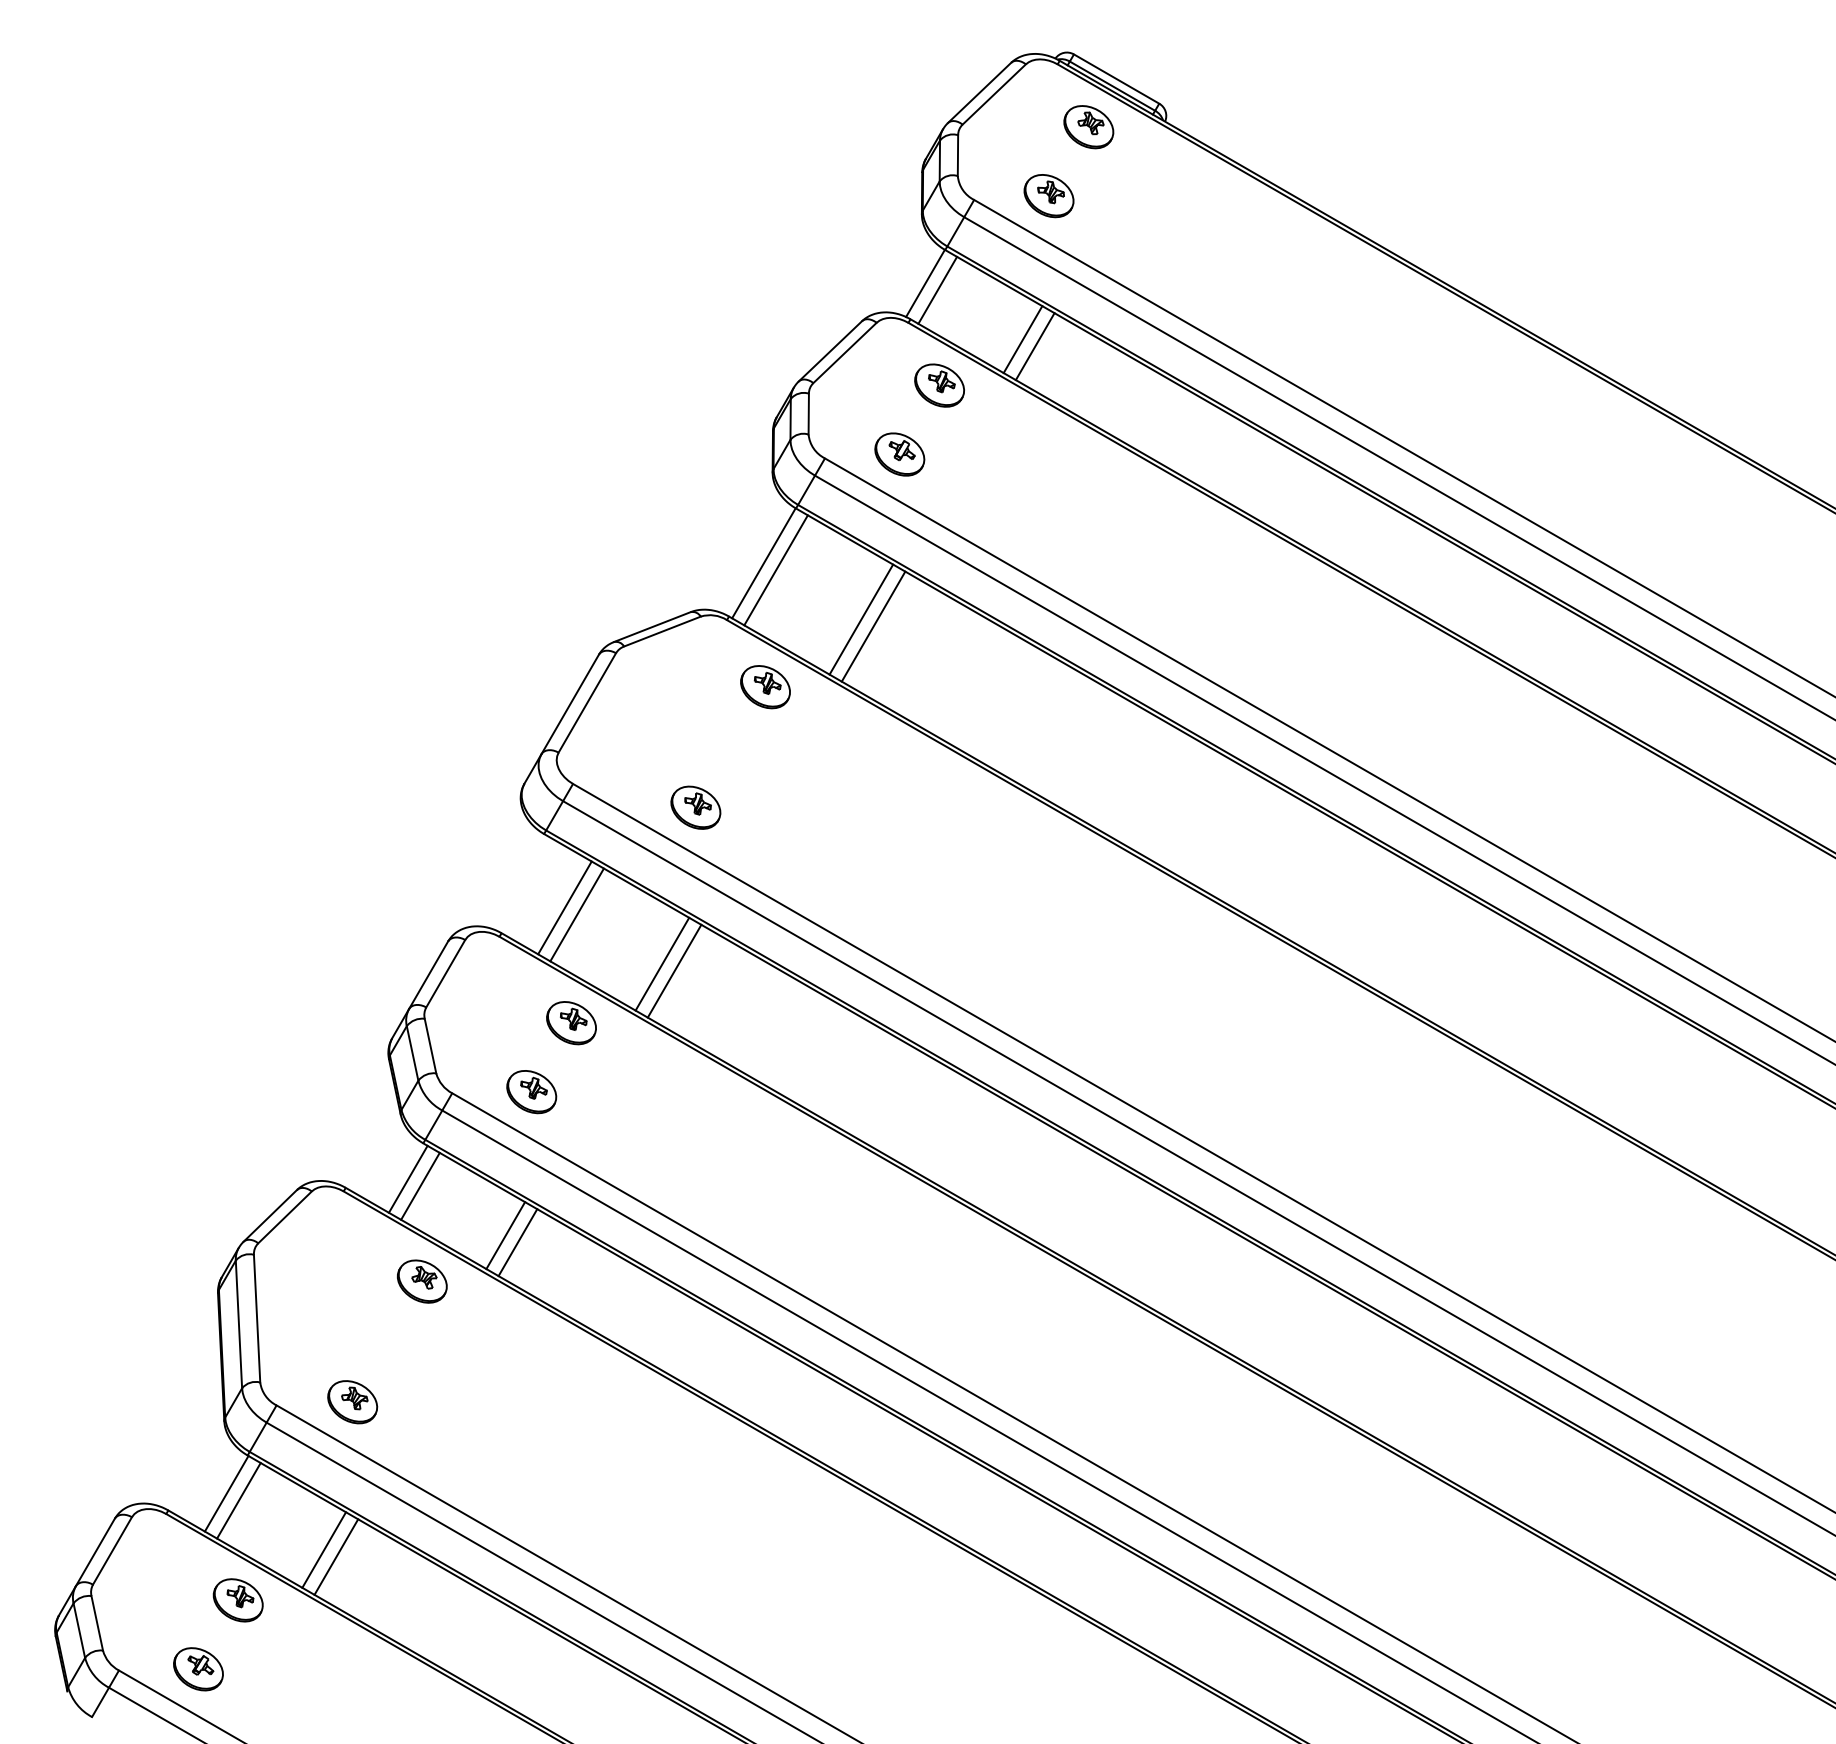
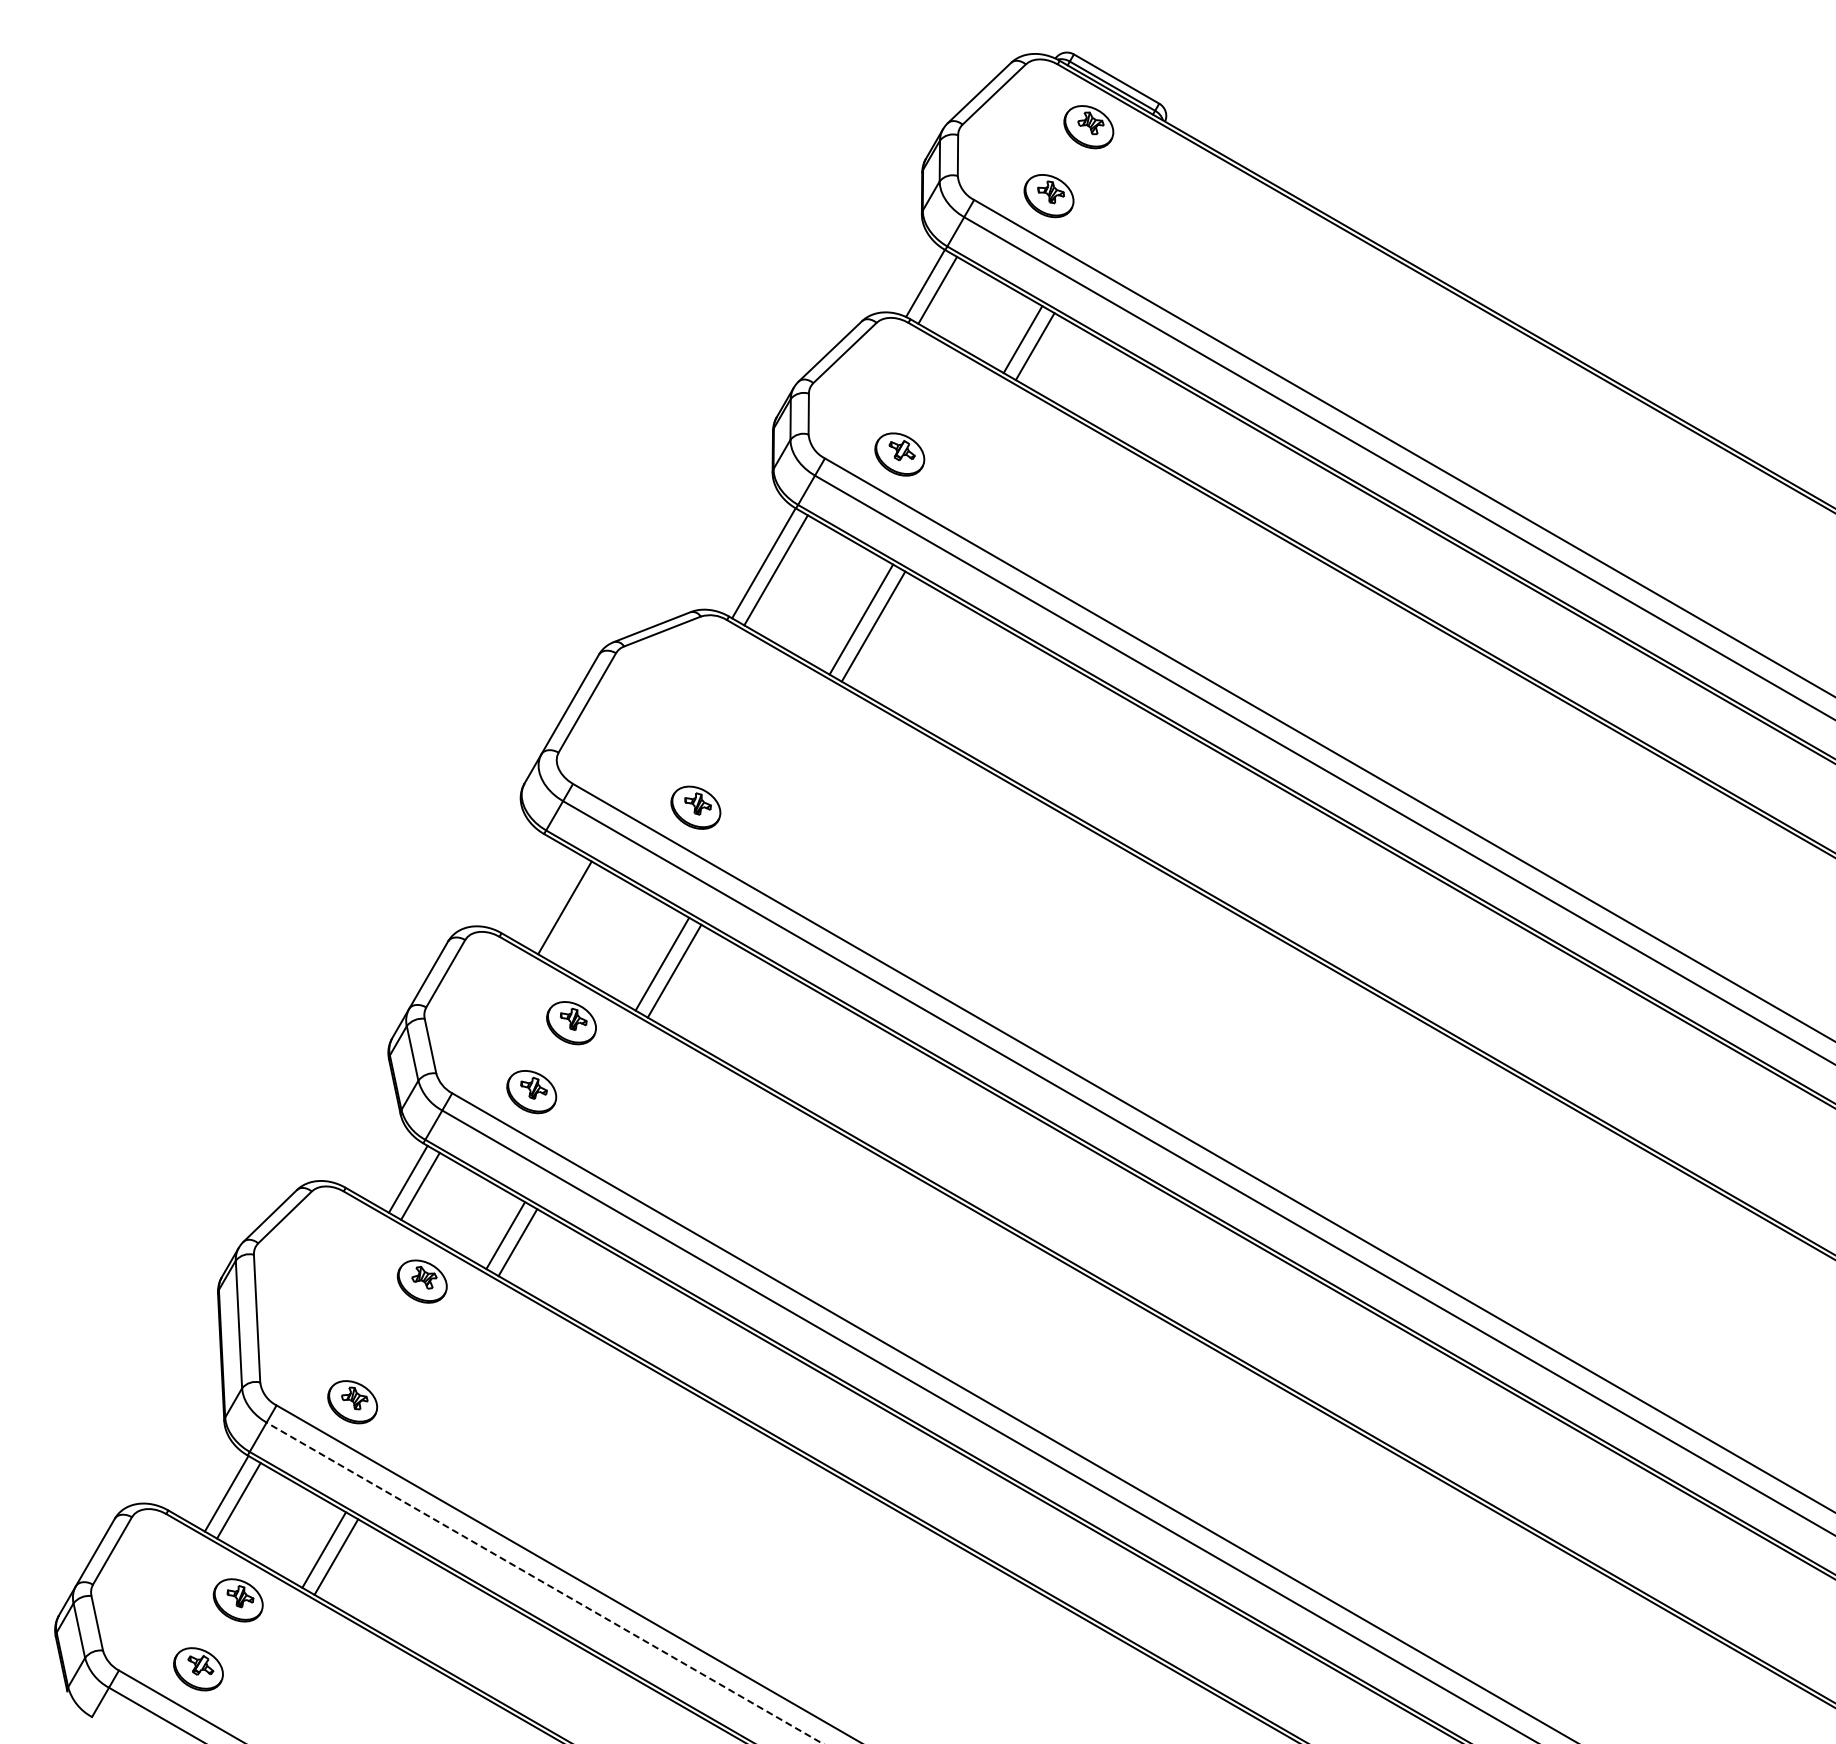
part at (939, 385): present -> none
part at (765, 687): present -> none
line at (576, 914): present -> none
line at (544, 1583): solid -> dashed
